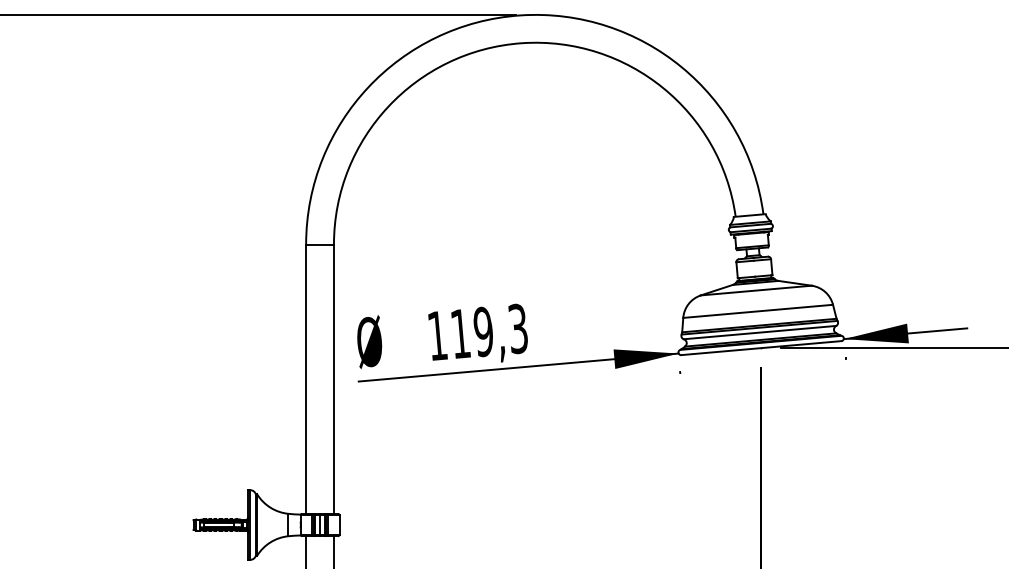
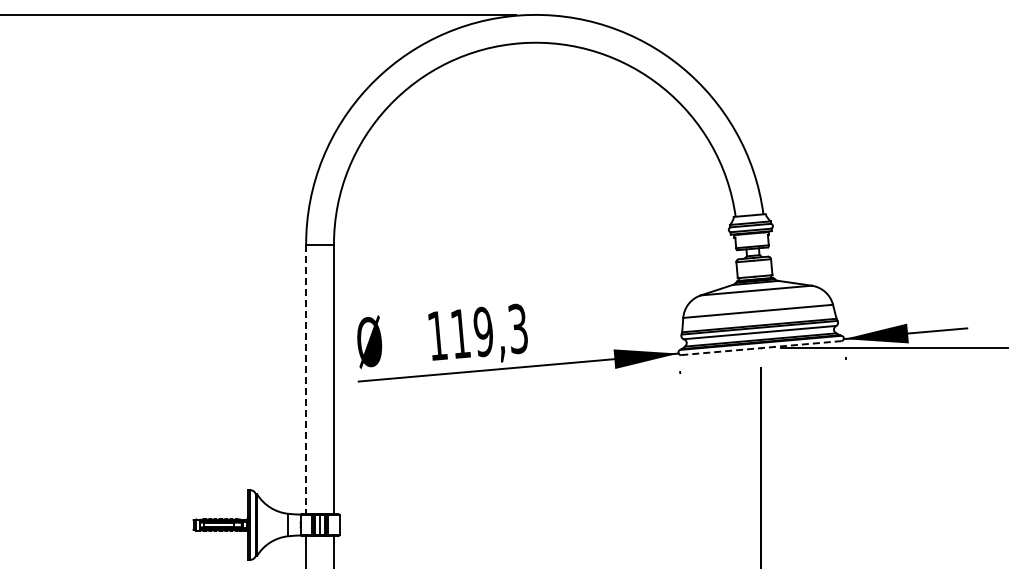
line at (761, 348): solid -> dashed
line at (306, 379): solid -> dashed
